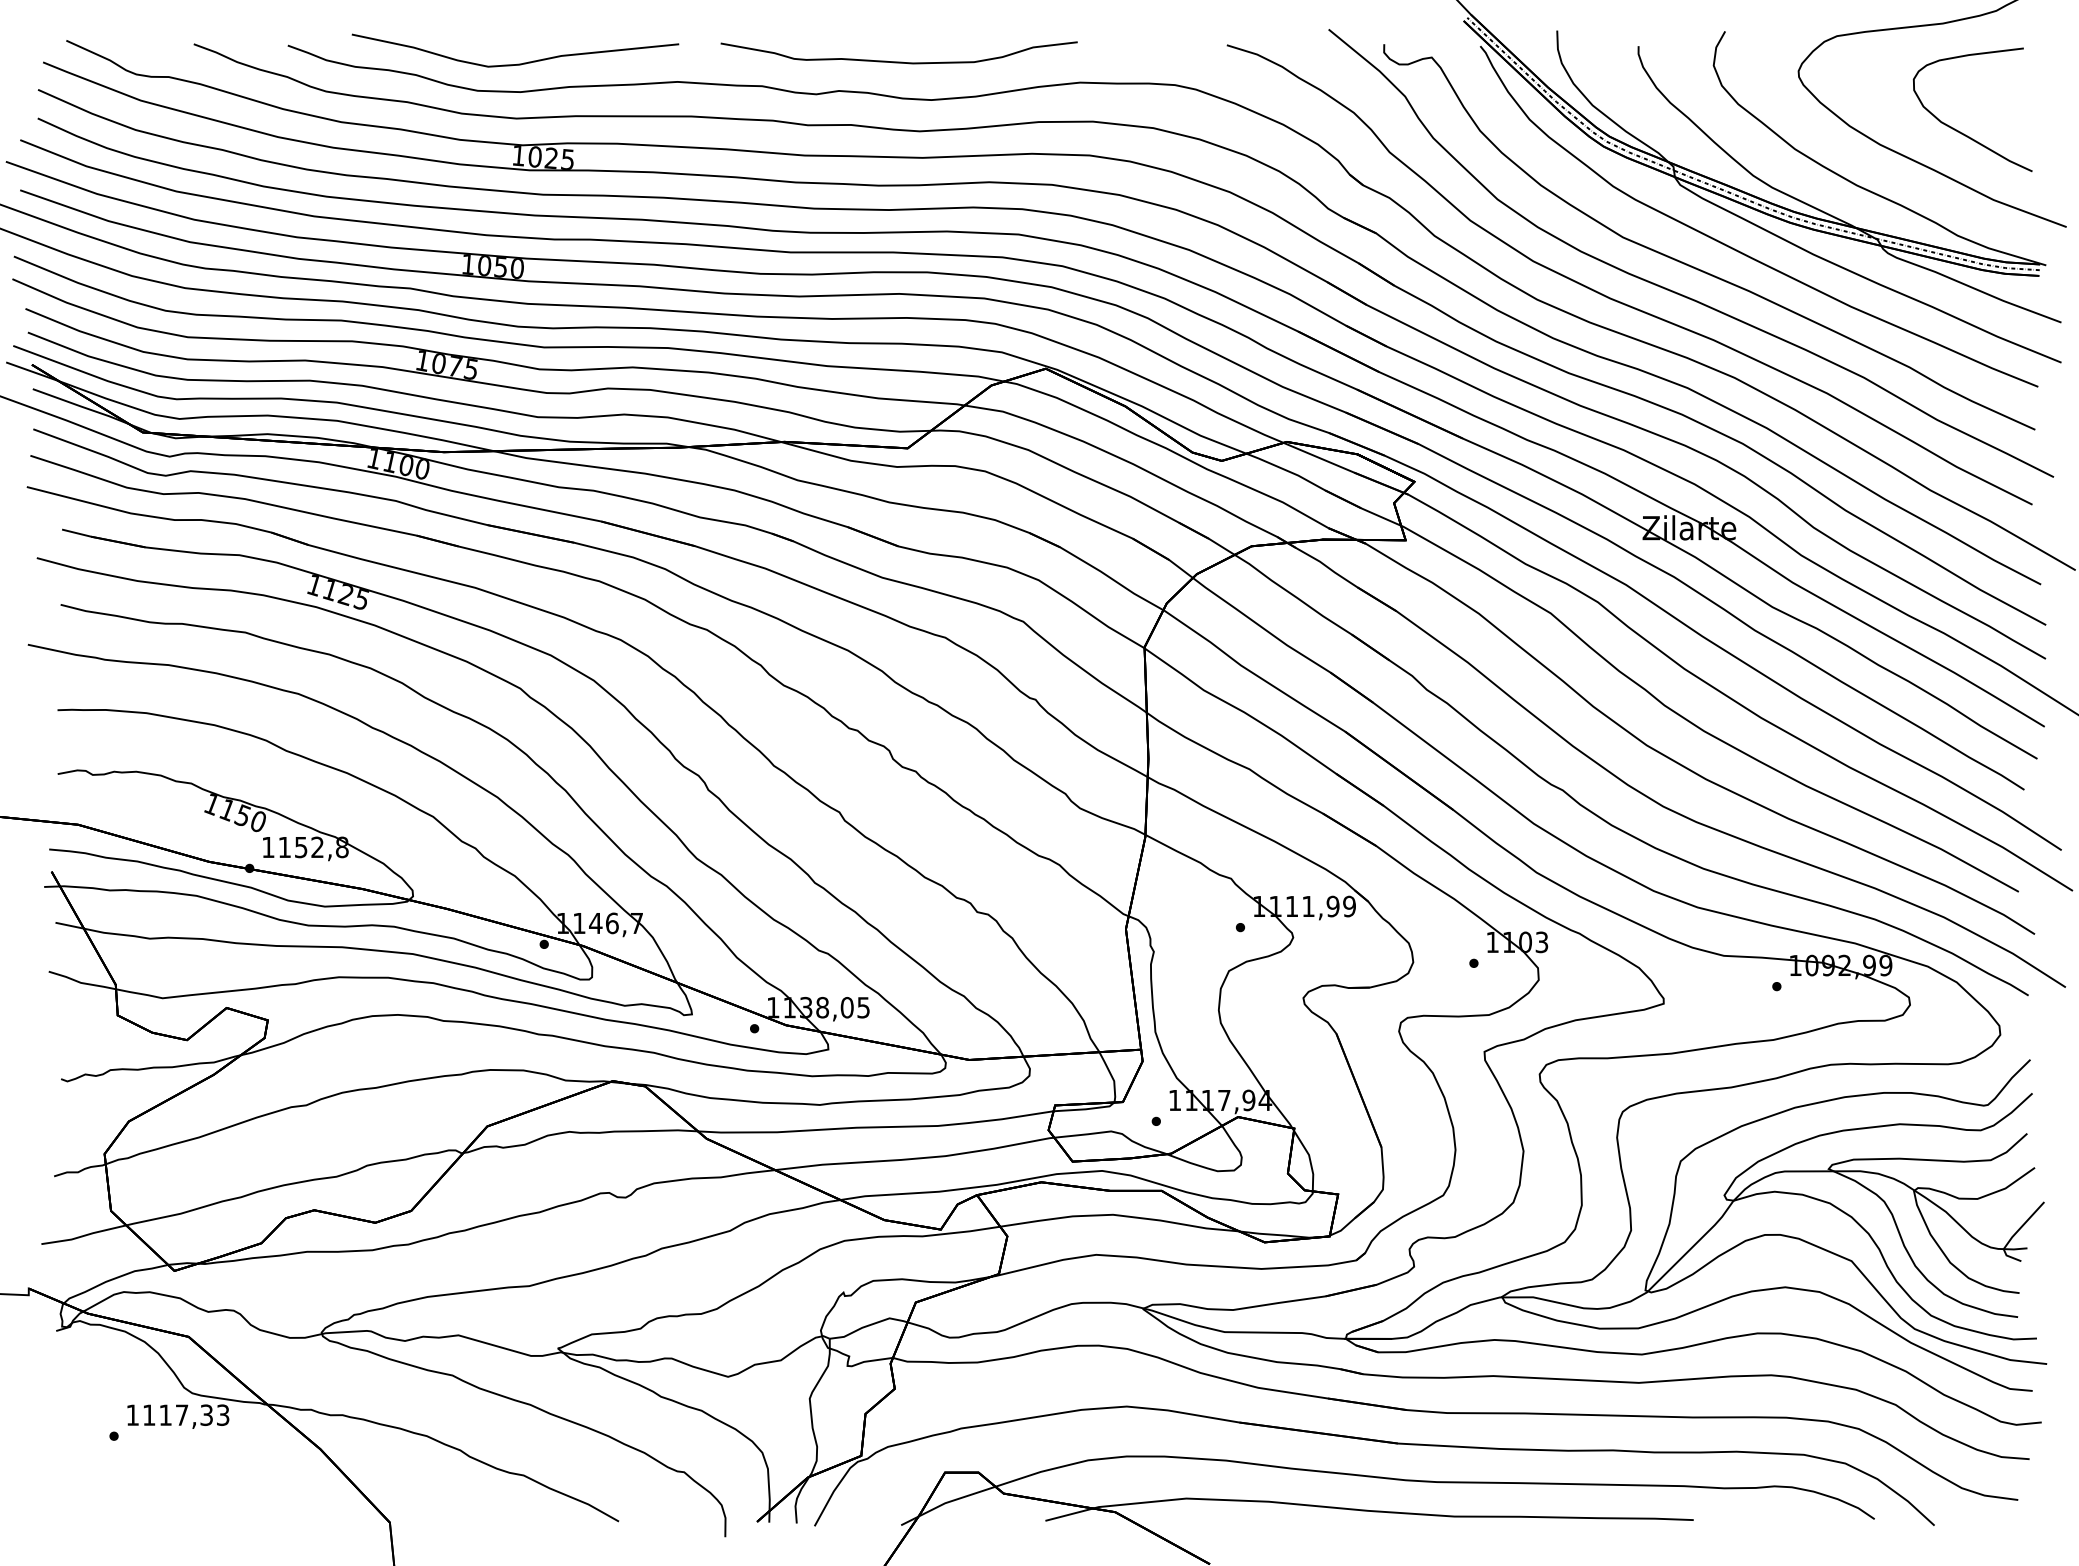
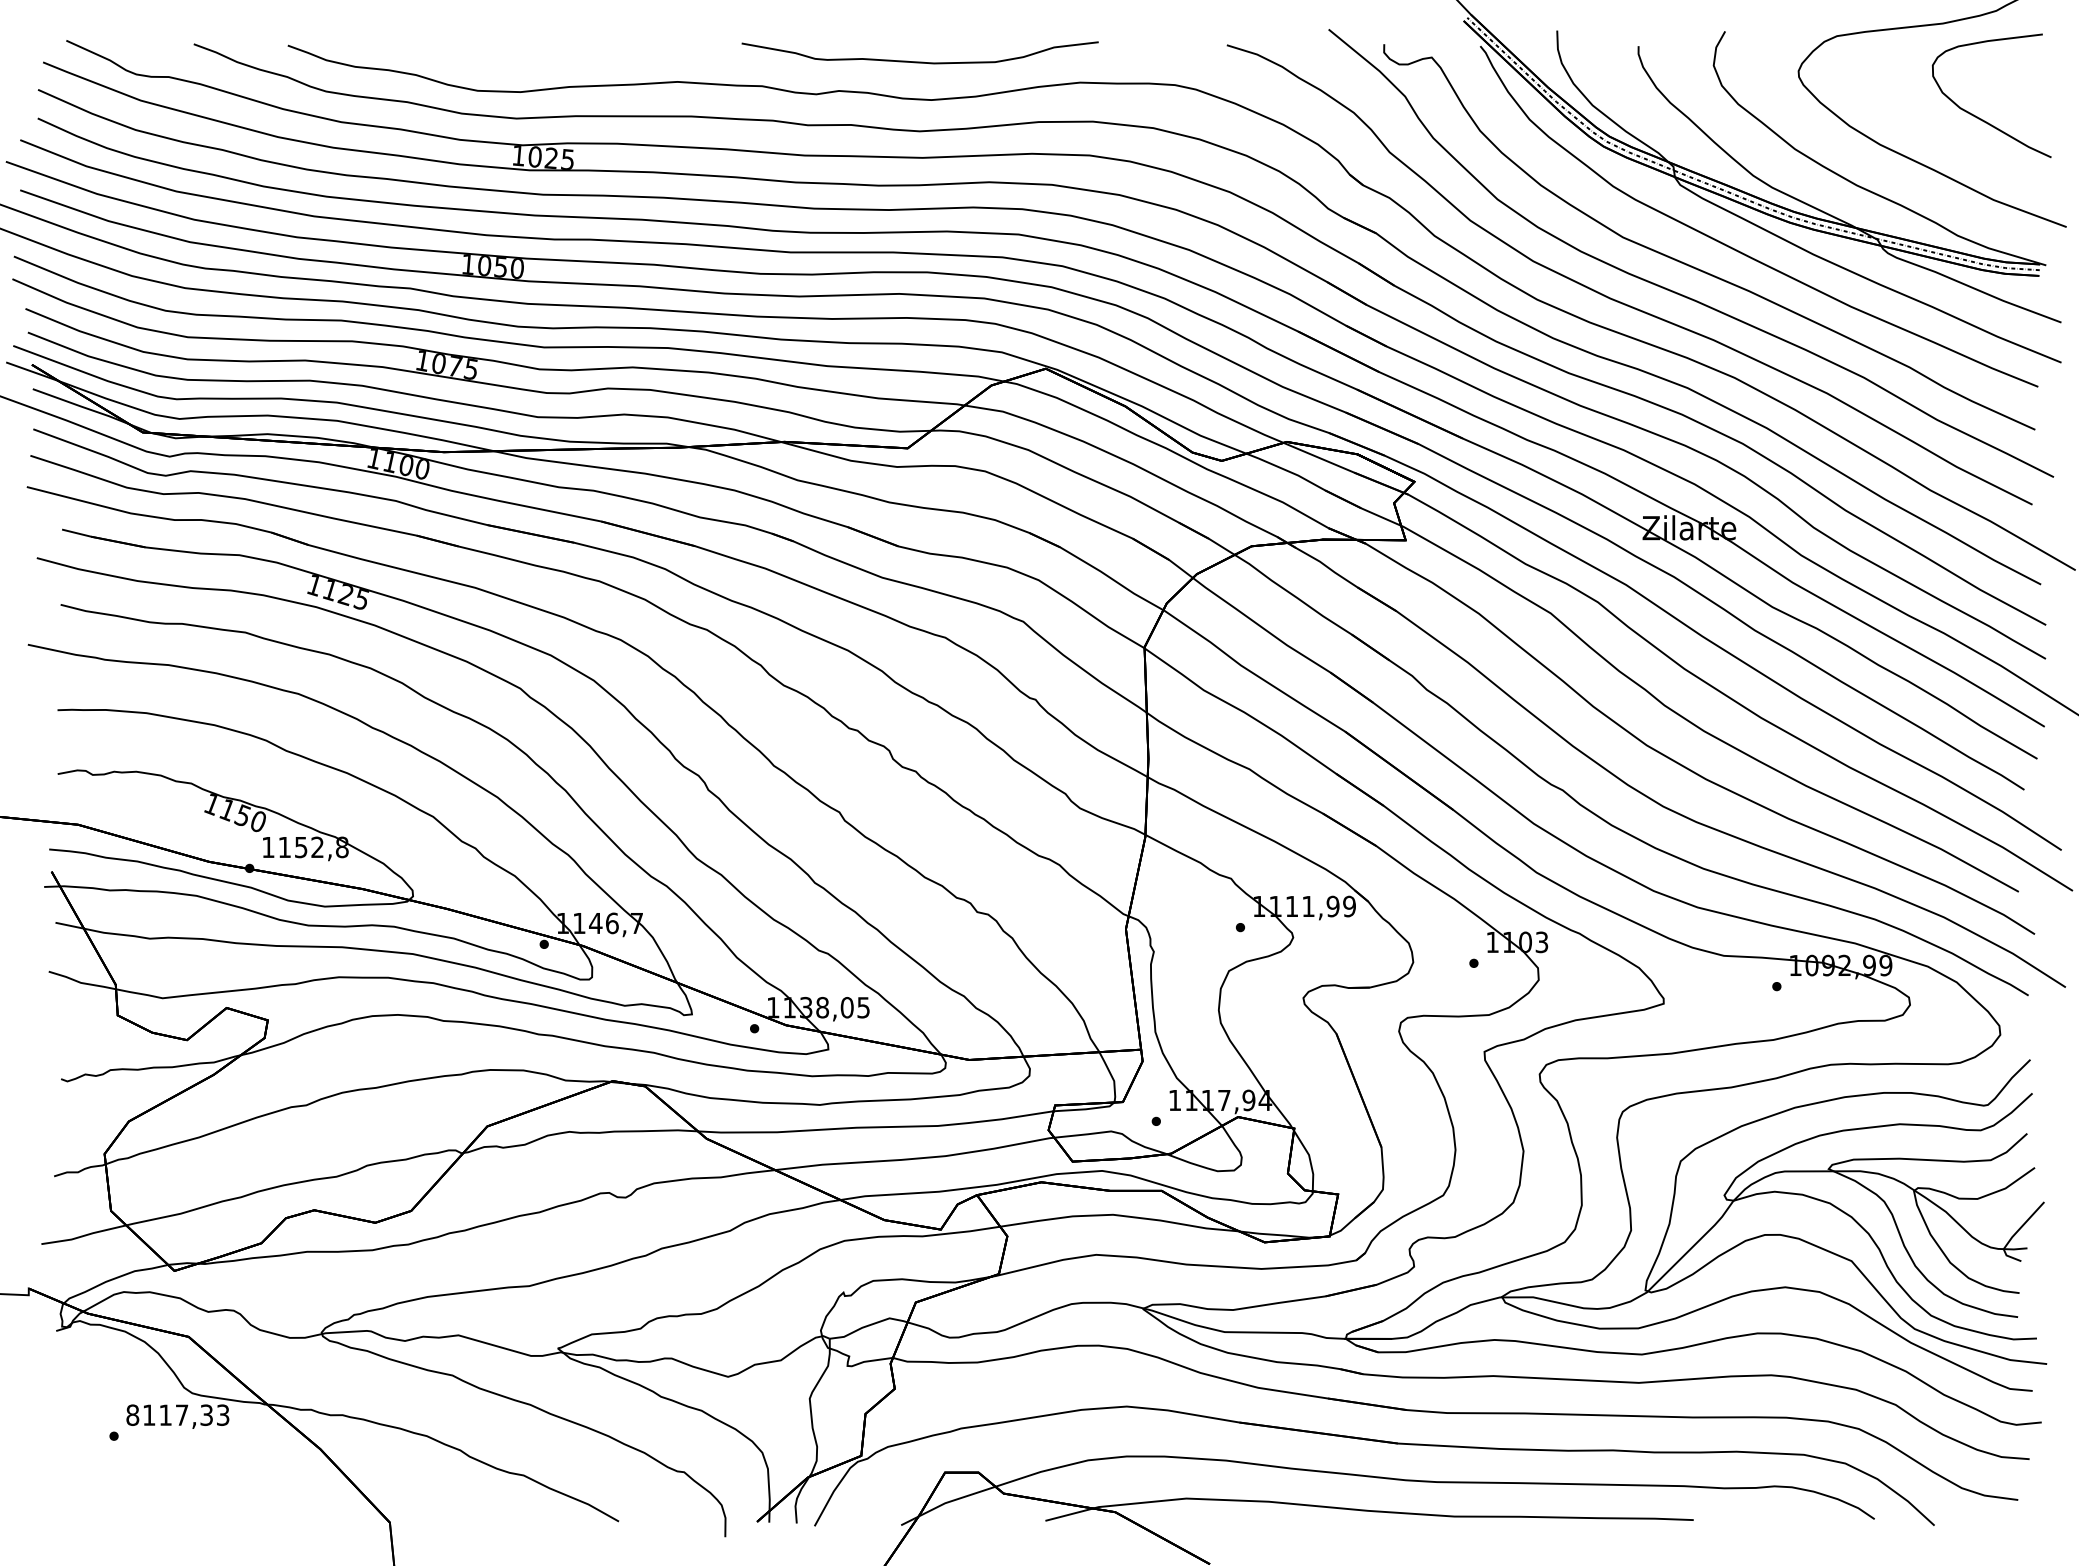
curve at (898, 61) position: (898, 61) -> (919, 61)
curve at (517, 63): present -> none
curve at (1960, 131) position: (1960, 131) -> (1979, 117)
text at (132, 1414): 1117,33 -> 8117,33
